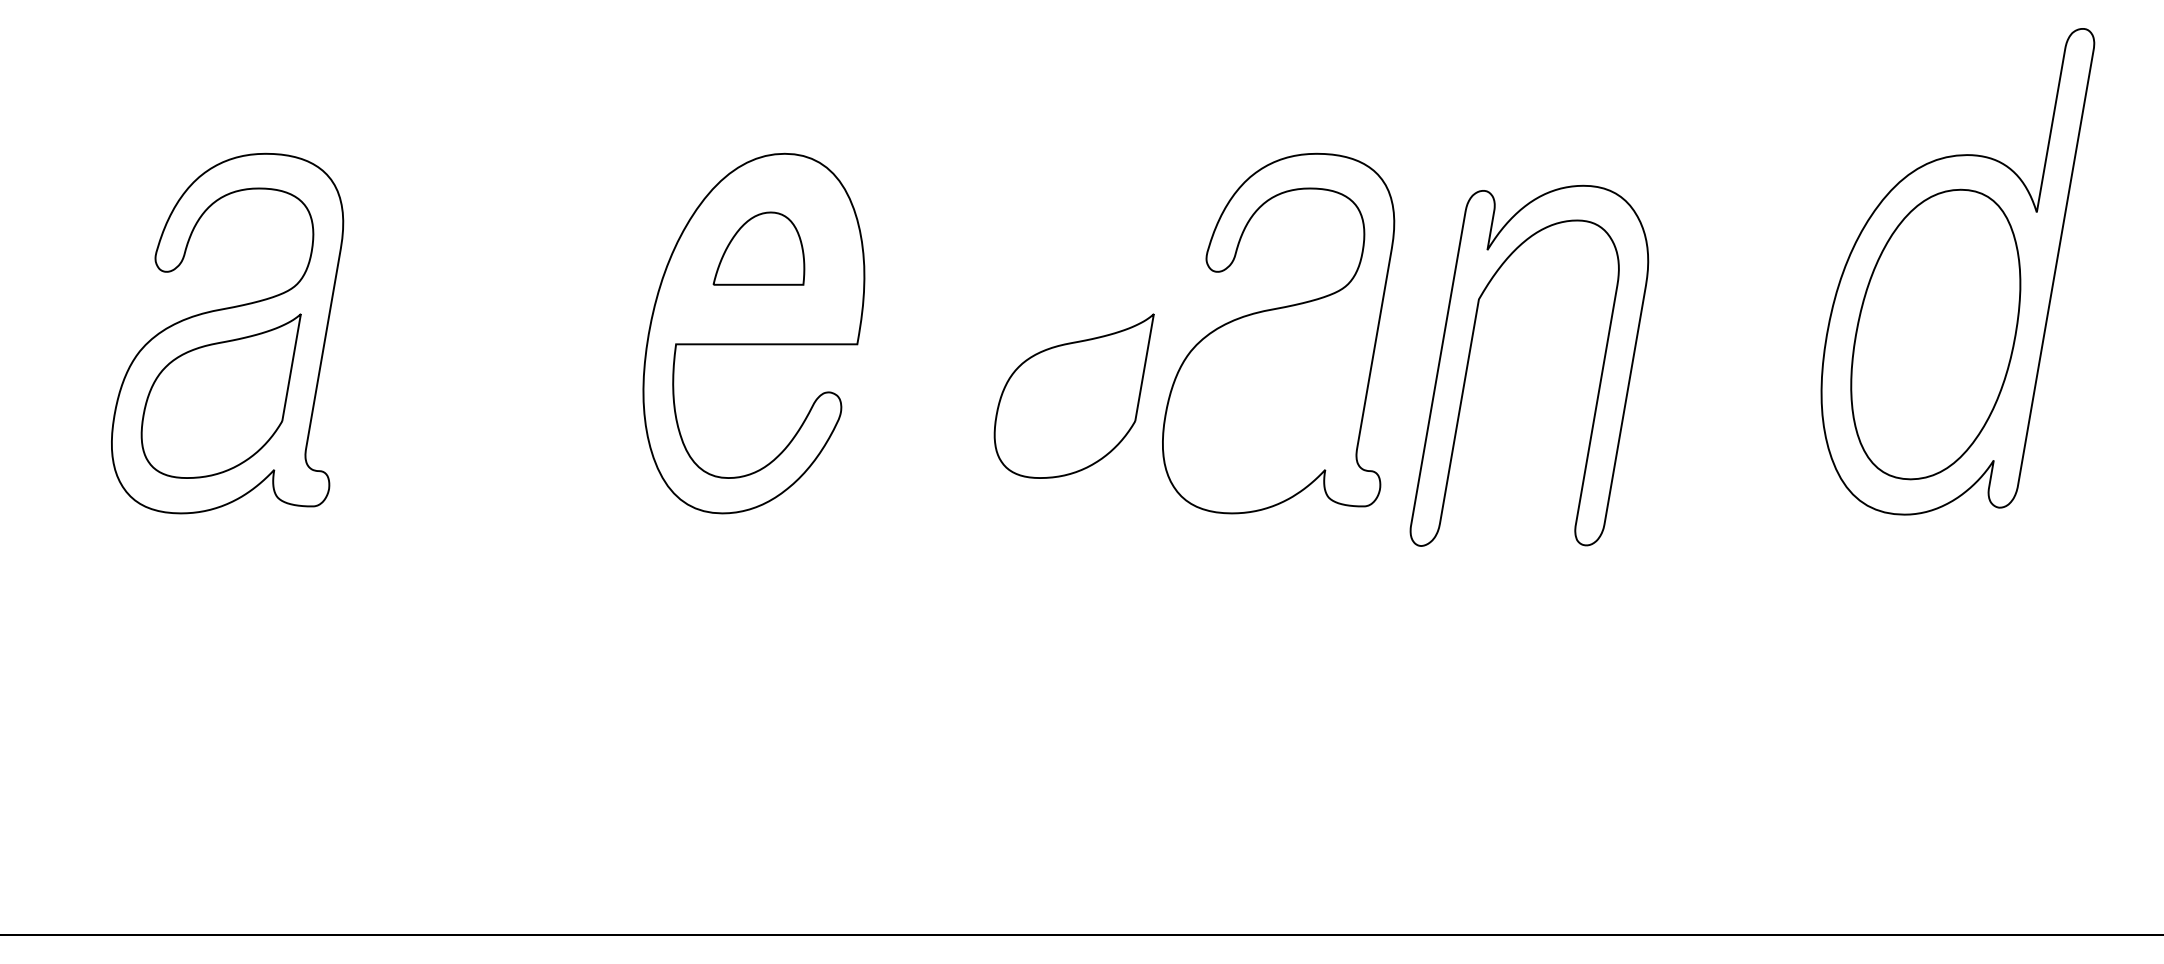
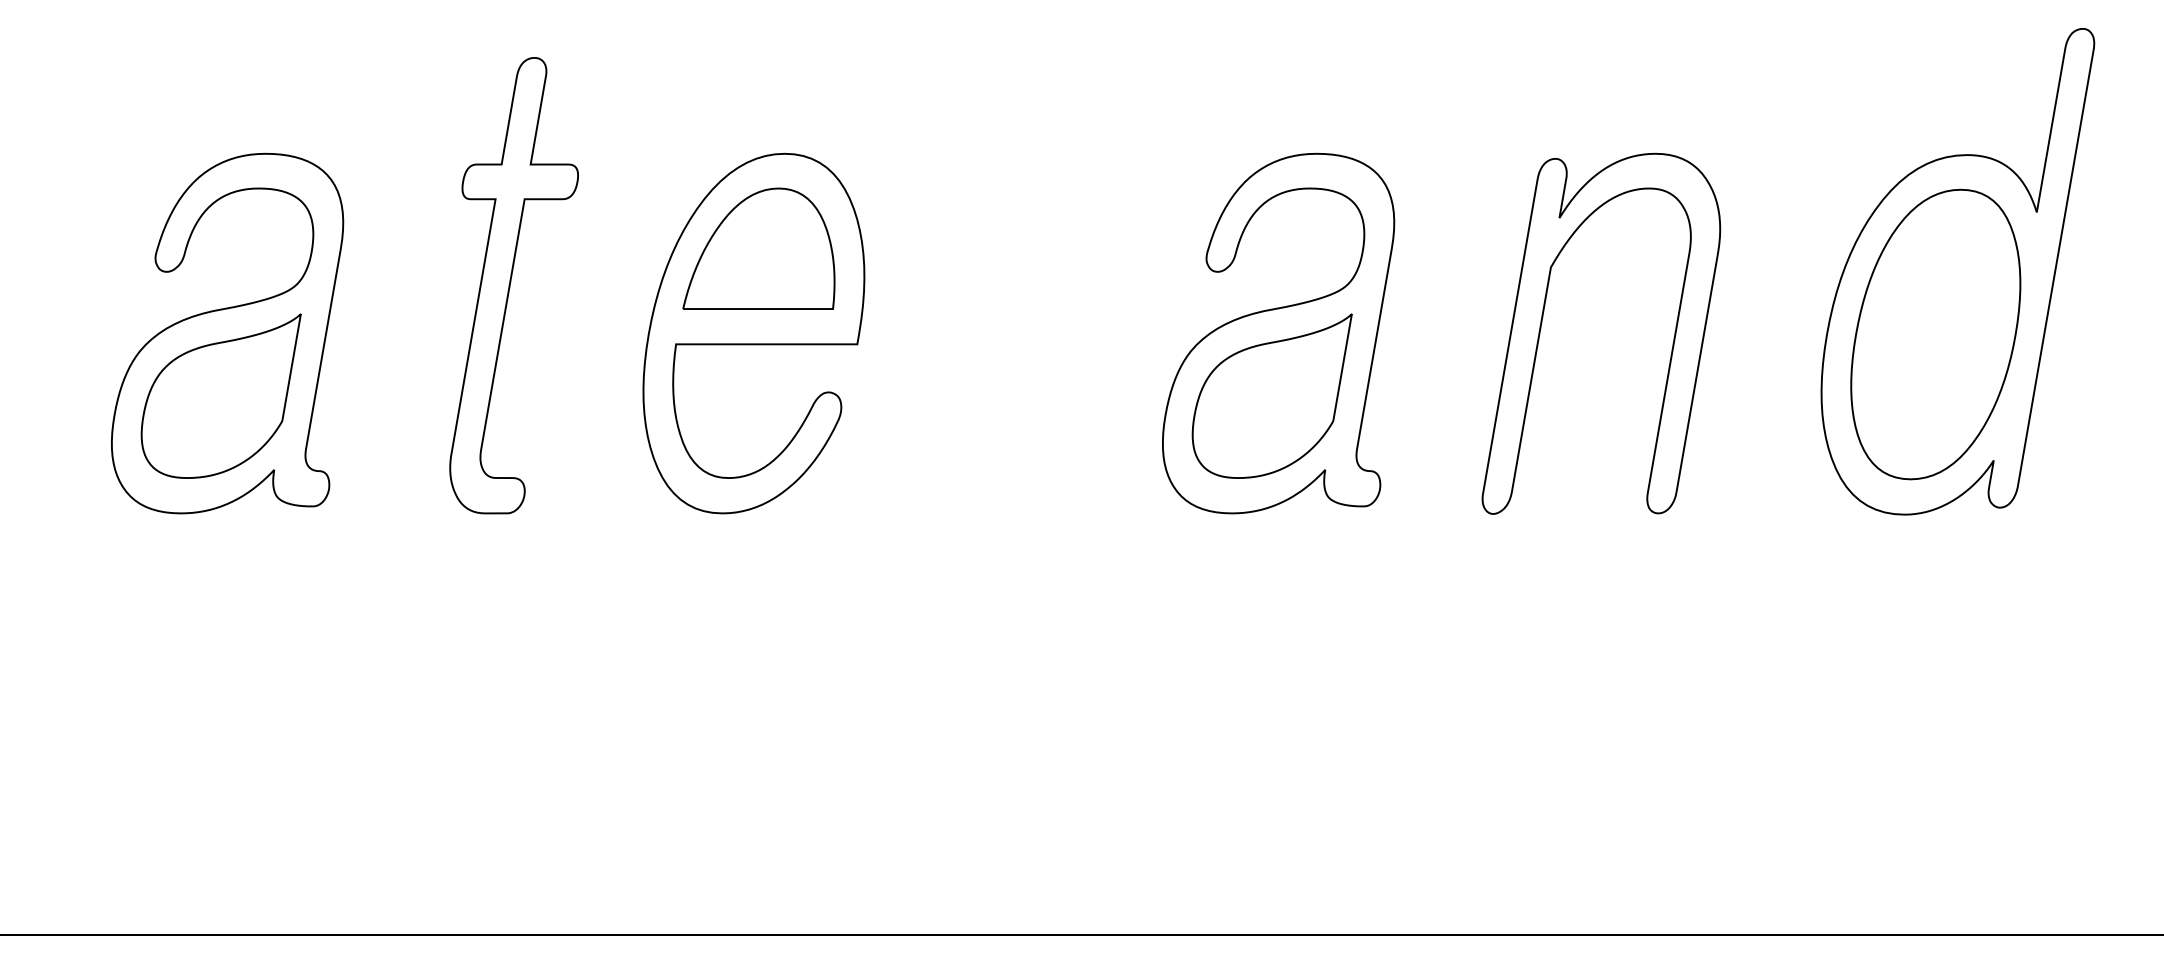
part at (758, 248) size: 94x75 px -> 154x123 px
part at (513, 285): none -> present
part at (1470, 355) position: (1470, 355) -> (1542, 323)
part at (1073, 395) position: (1073, 395) -> (1271, 395)
